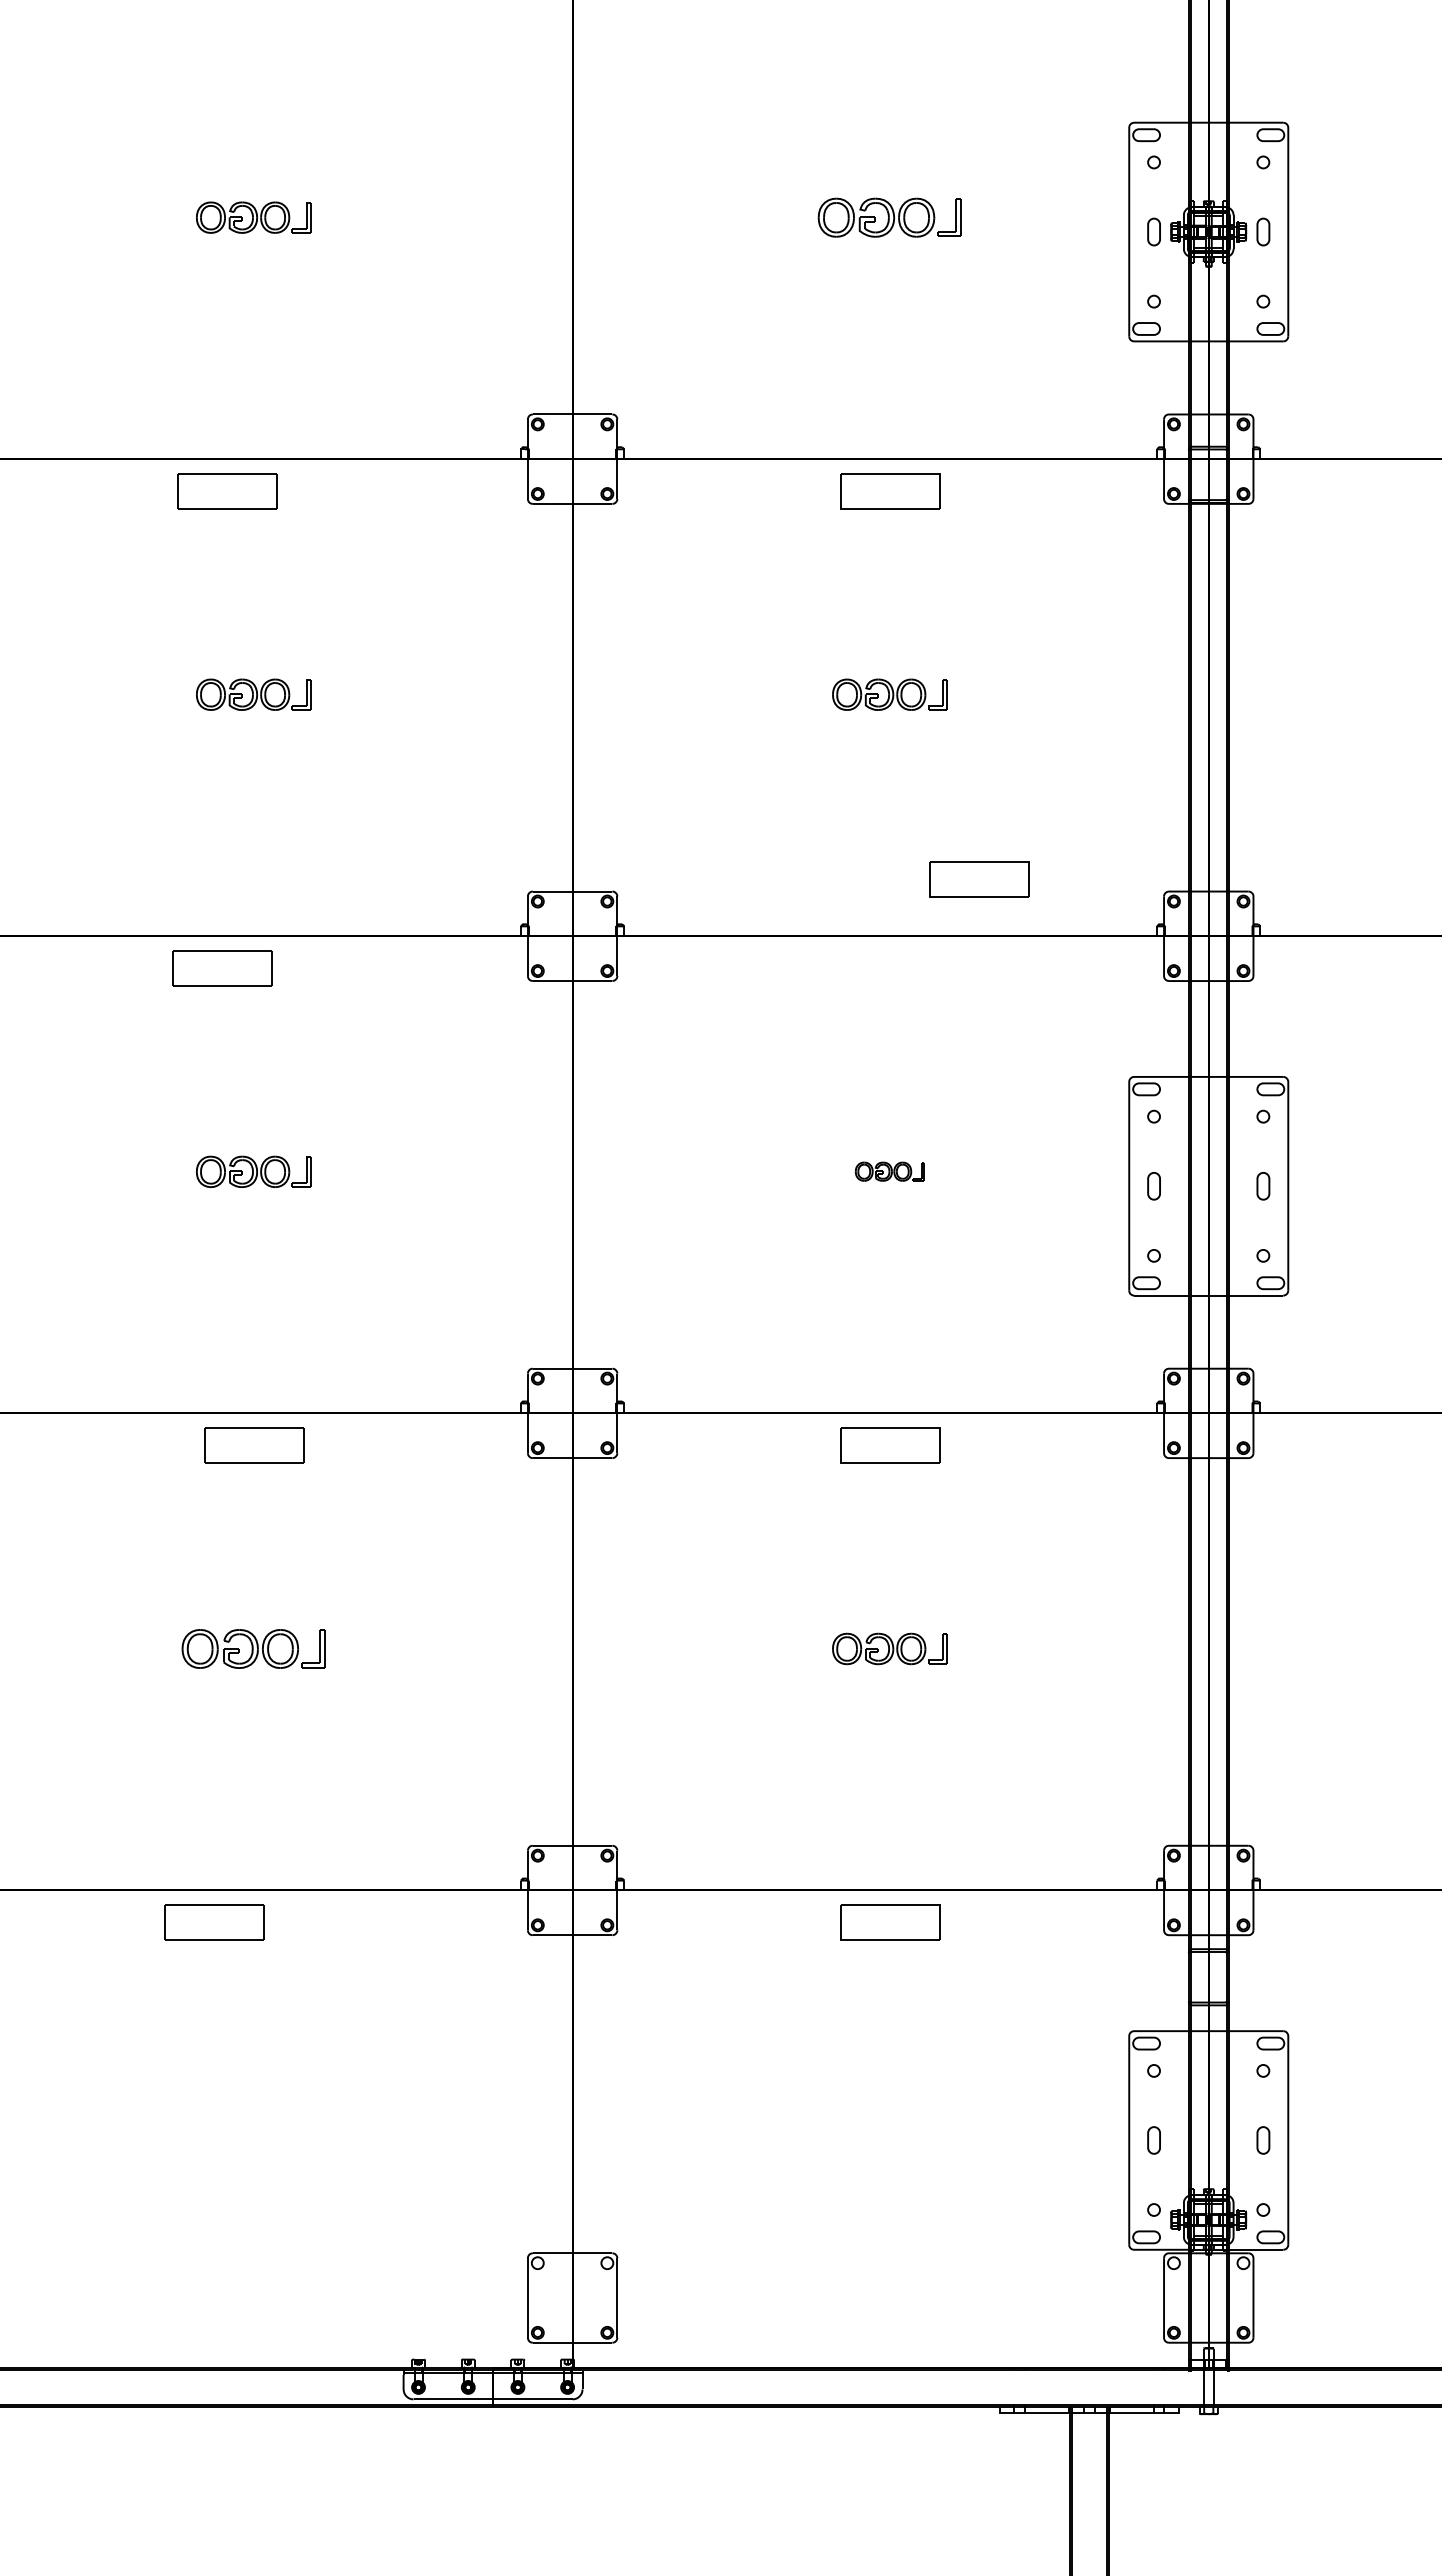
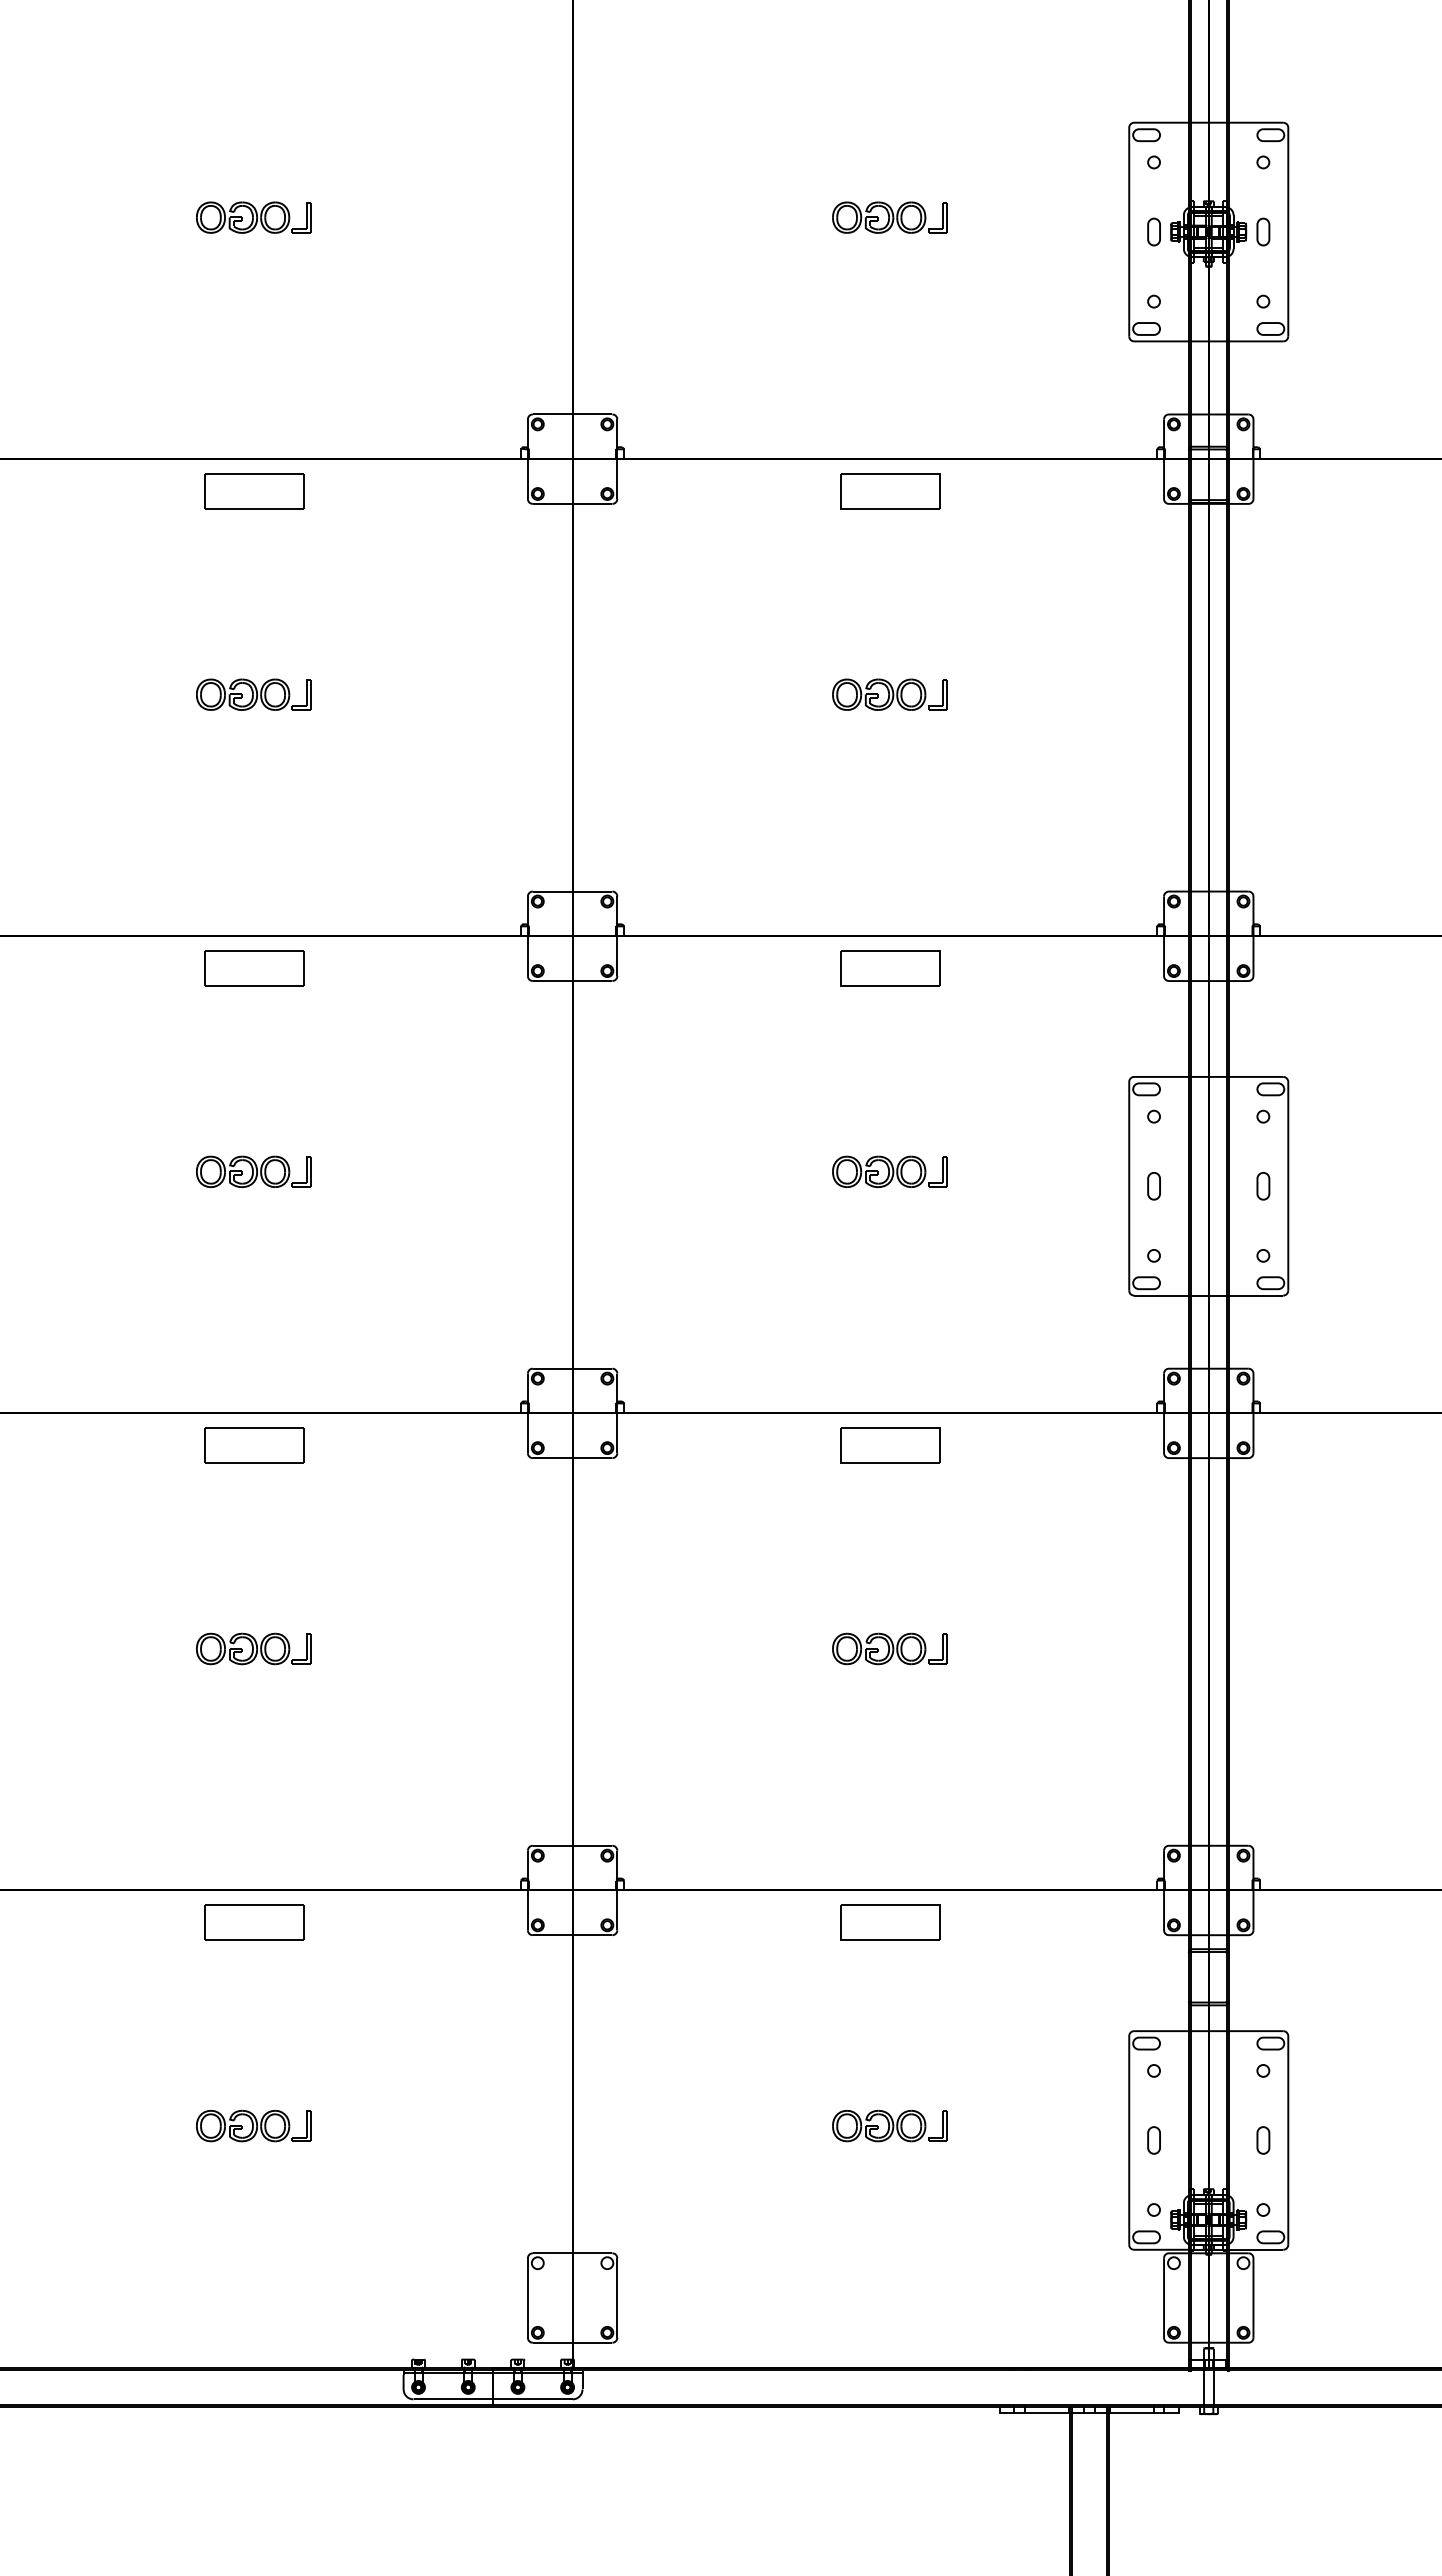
part at (889, 217) size: 145x41 px -> 116x33 px
part at (227, 491) position: (227, 491) -> (254, 491)
part at (979, 879) position: (979, 879) -> (890, 968)
part at (222, 968) position: (222, 968) -> (254, 968)
part at (889, 1171) size: 71x21 px -> 116x33 px
part at (253, 1648) size: 145x40 px -> 116x34 px
part at (214, 1922) position: (214, 1922) -> (254, 1922)
part at (253, 2125): none -> present
part at (889, 2125): none -> present
